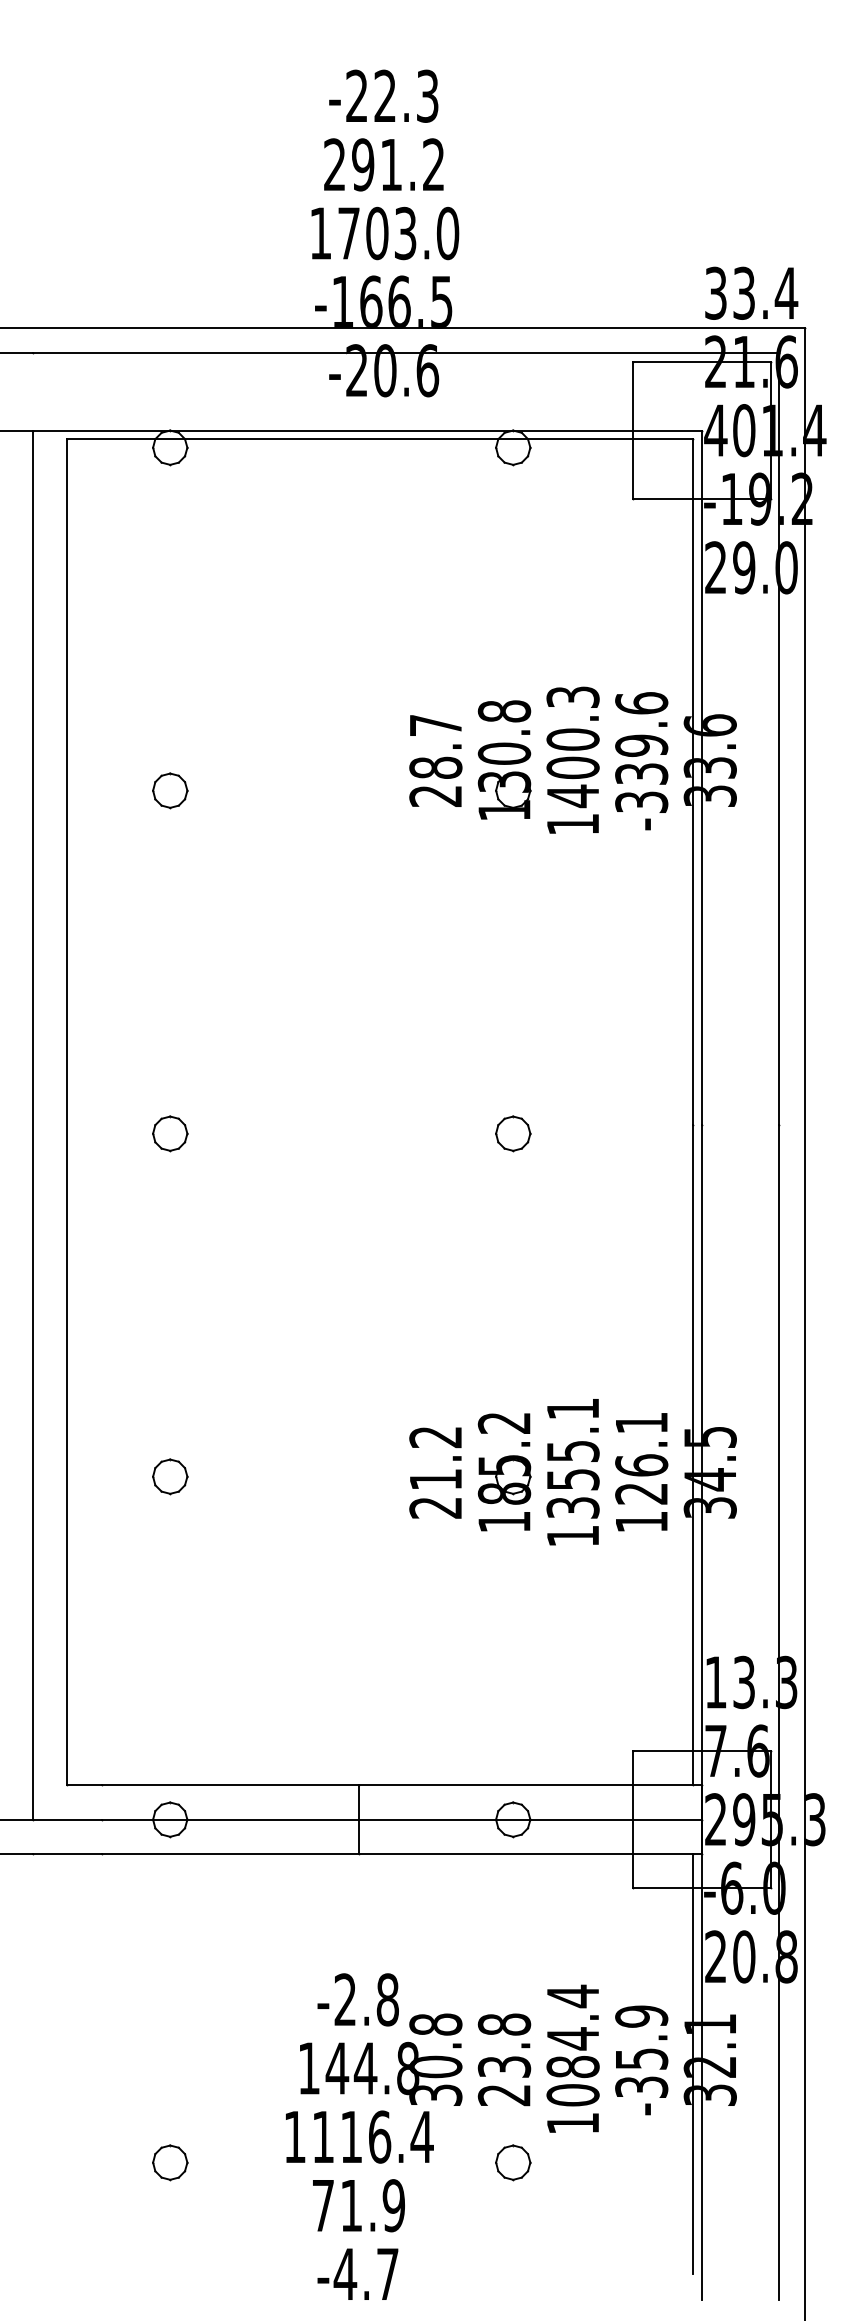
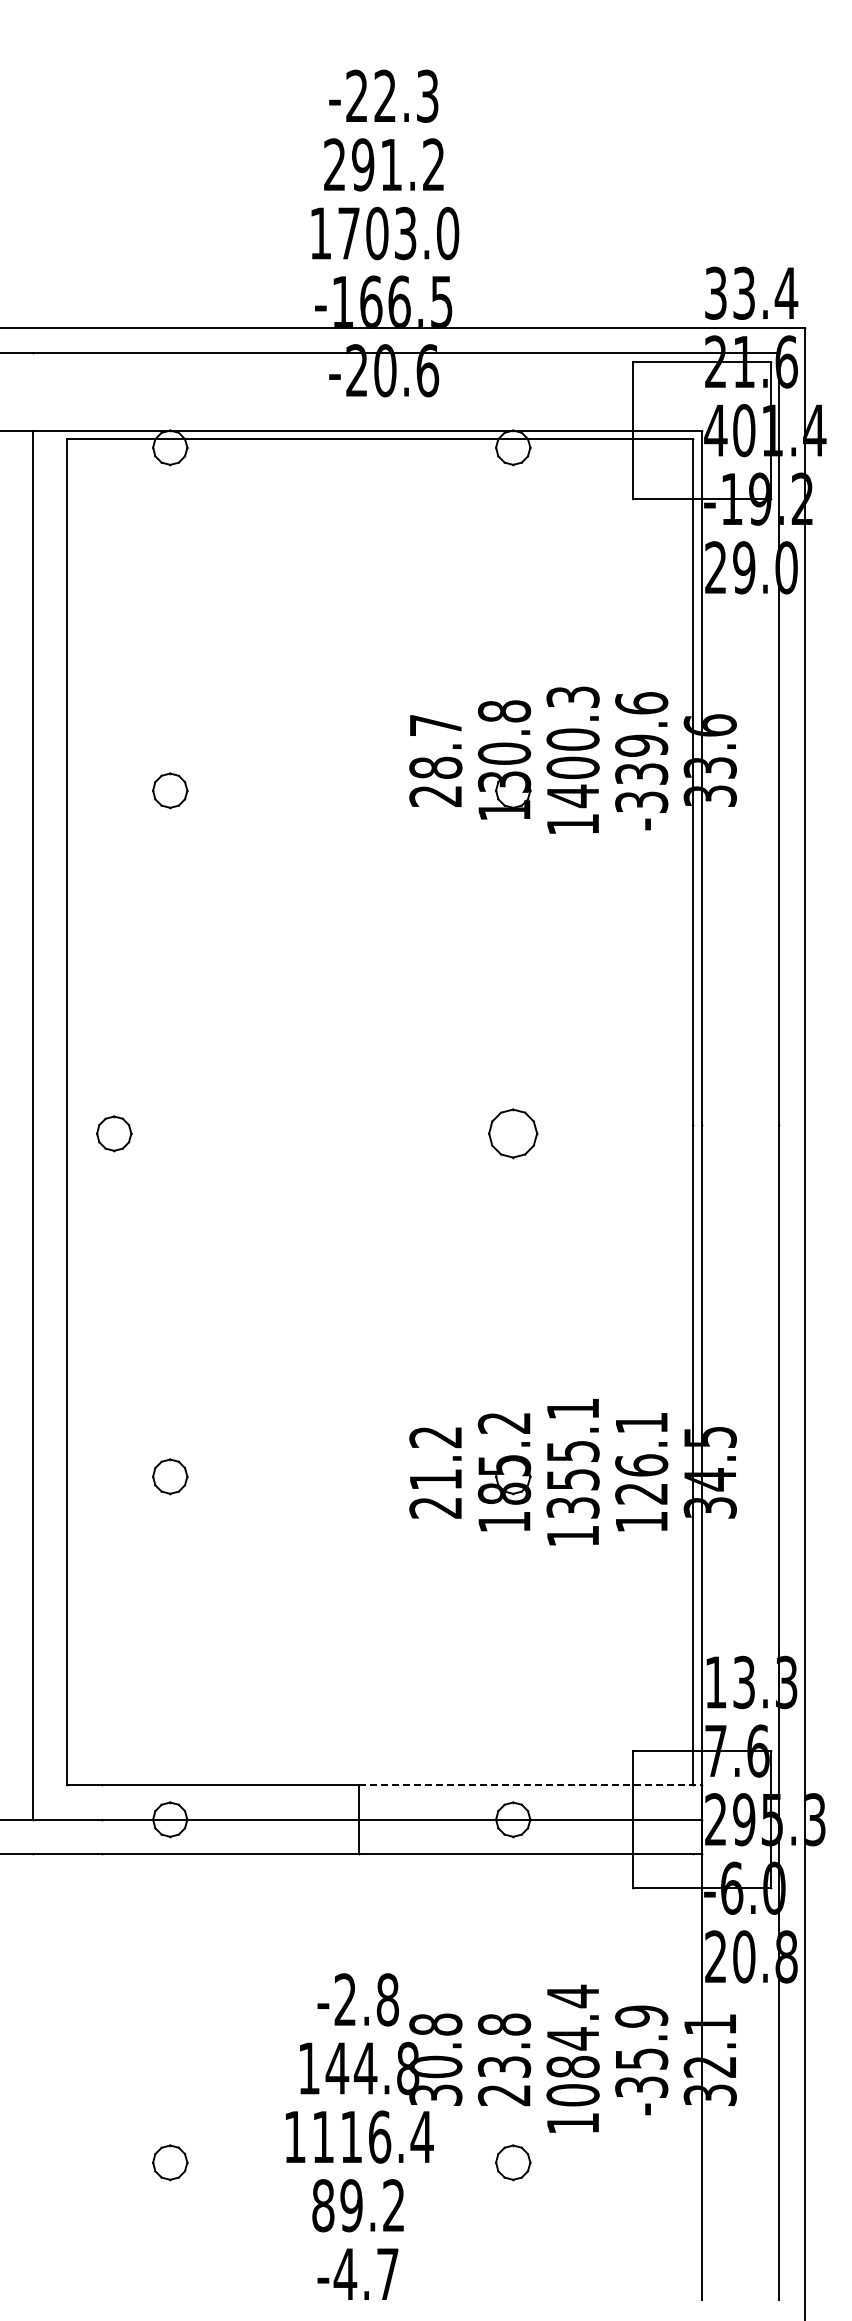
part at (170, 1133) position: (170, 1133) -> (114, 1133)
part at (513, 1133) size: 37x38 px -> 51x52 px
line at (530, 1785): solid -> dashed
line at (693, 2063): present -> none
text at (358, 2205): 71.9 -> 89.2
